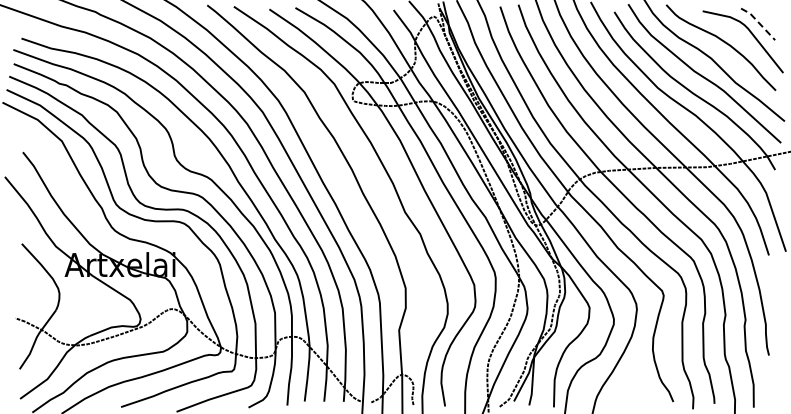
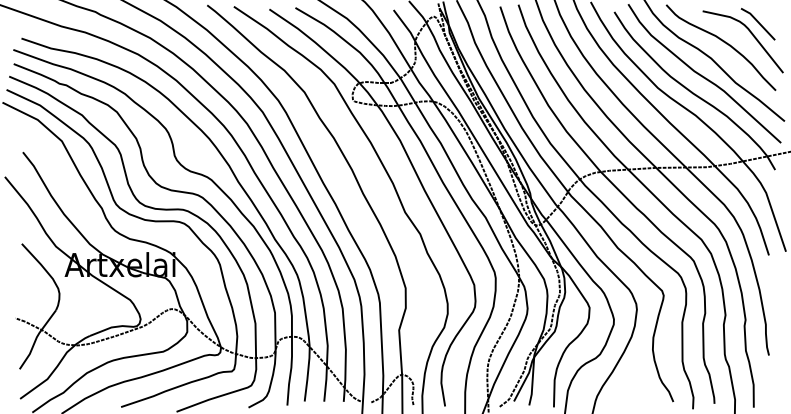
line at (758, 22): dashed -> solid
